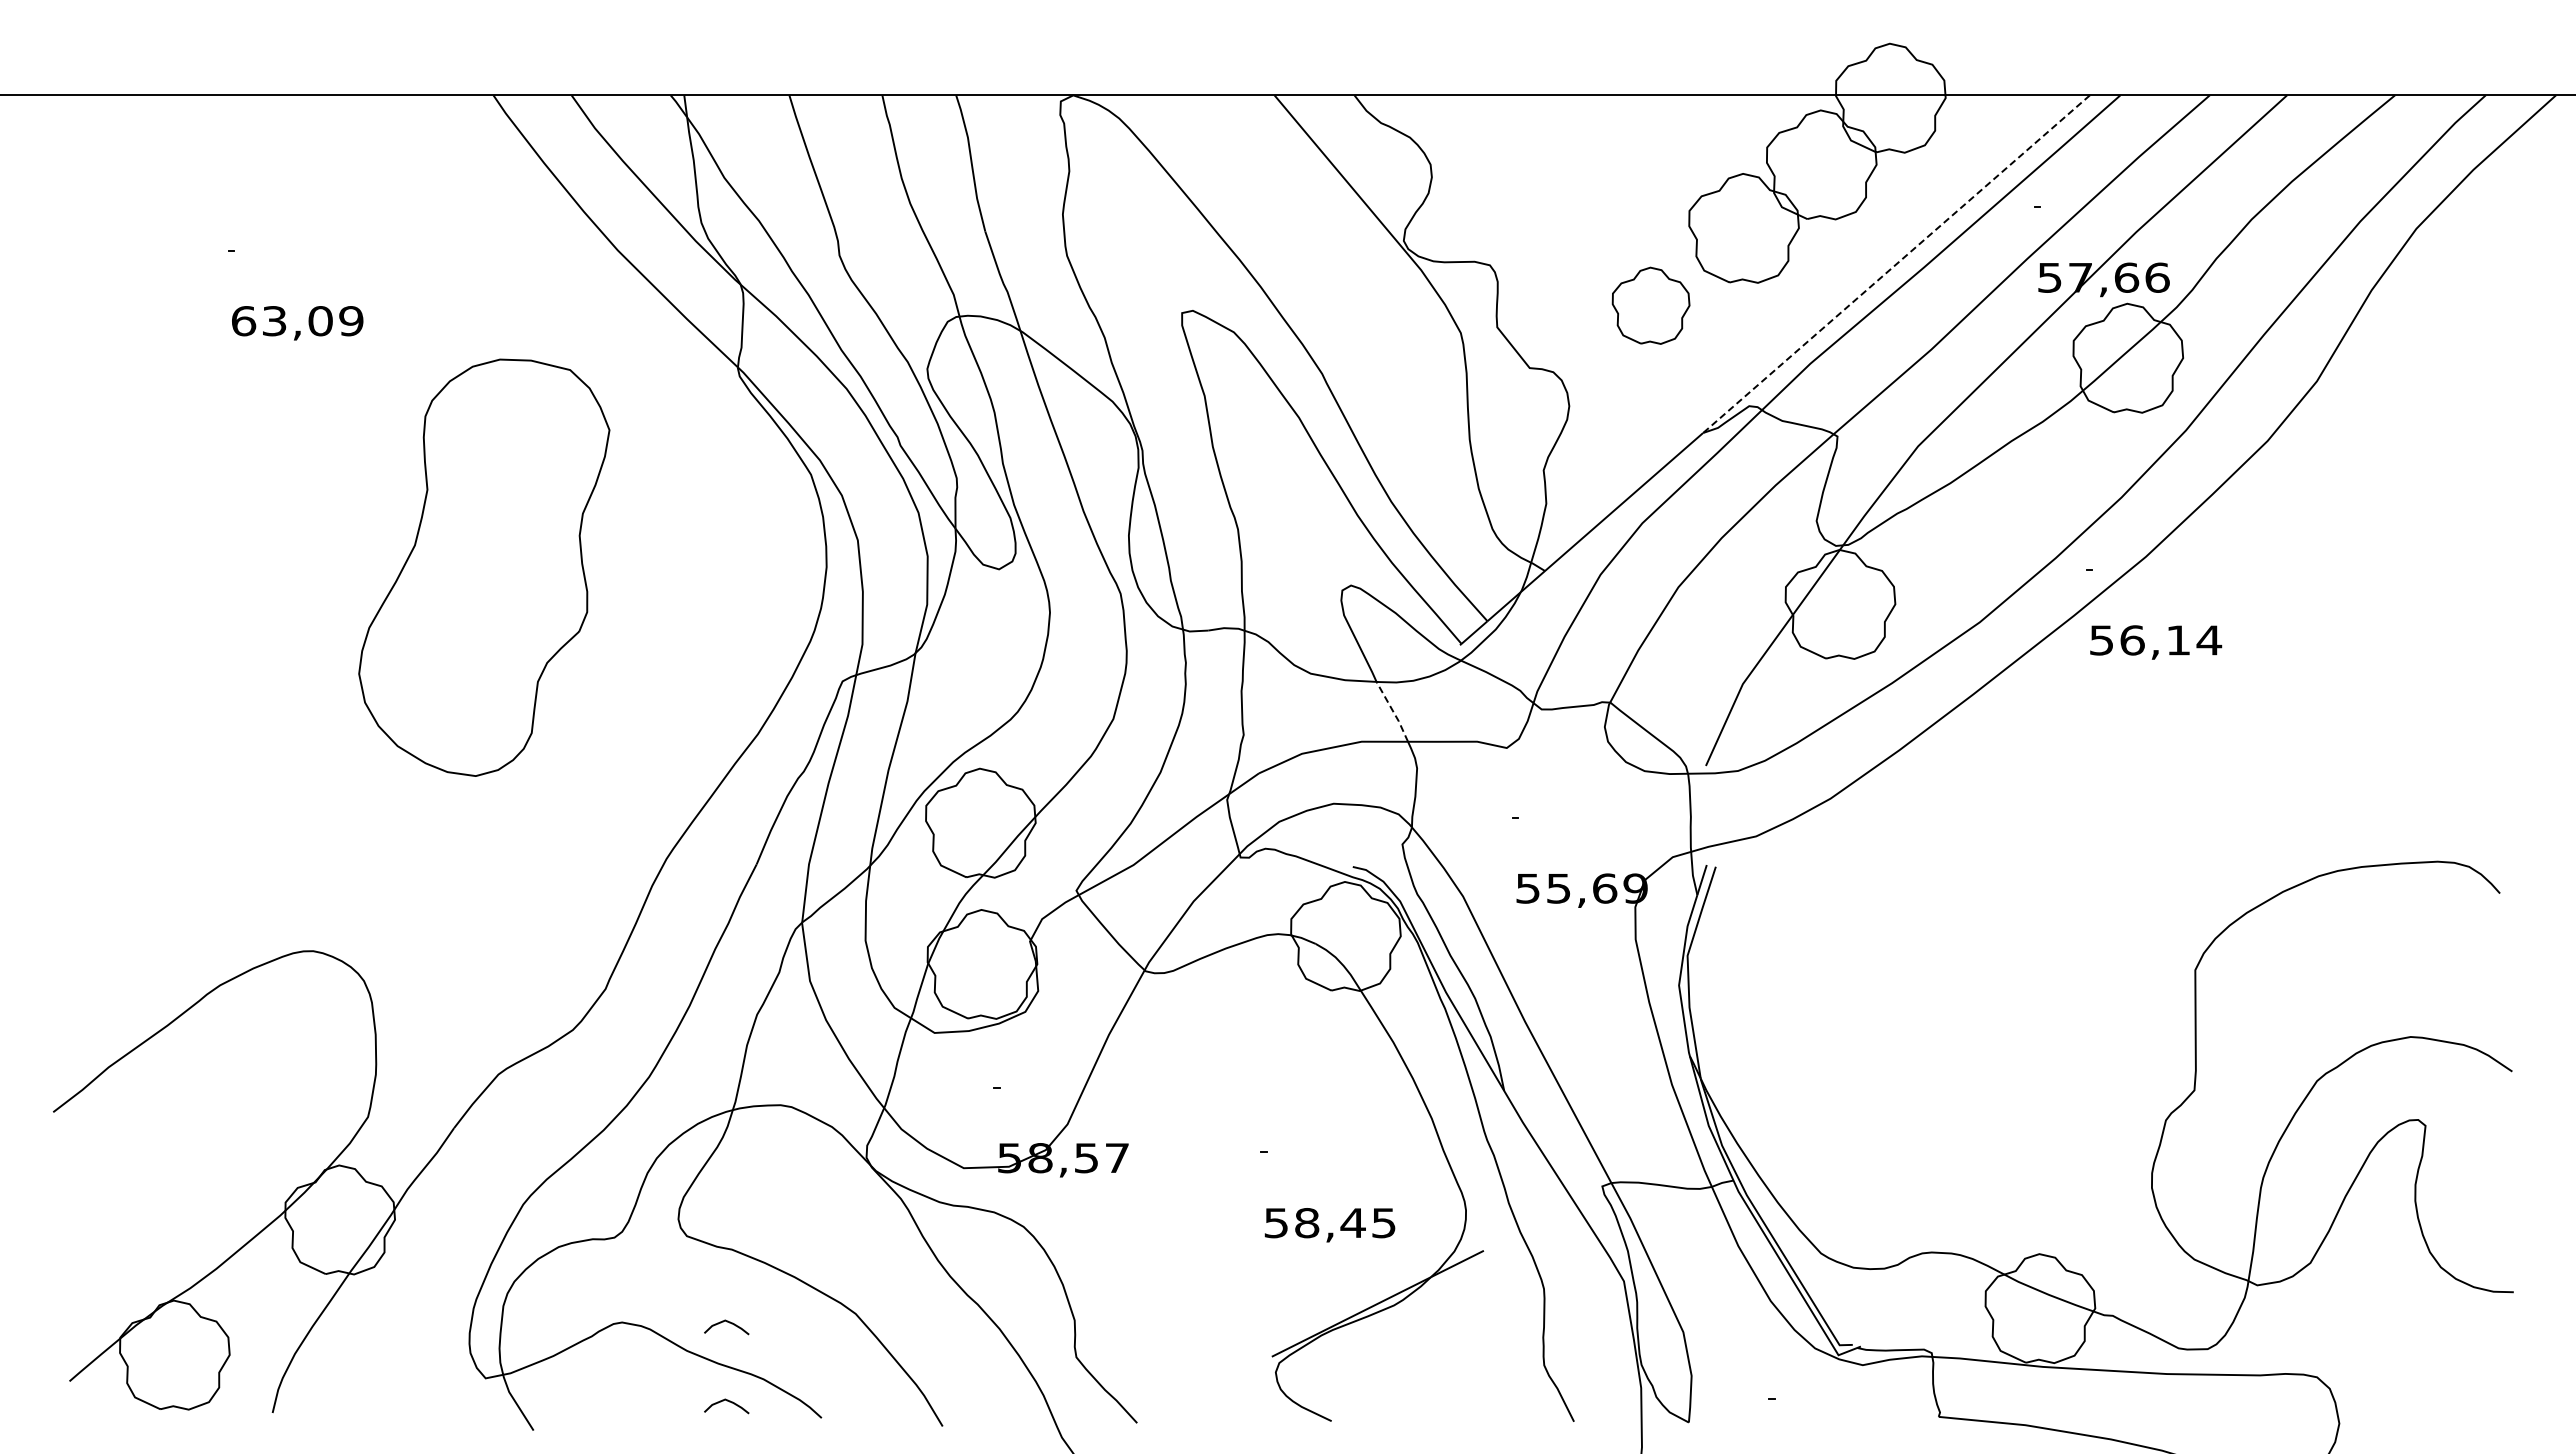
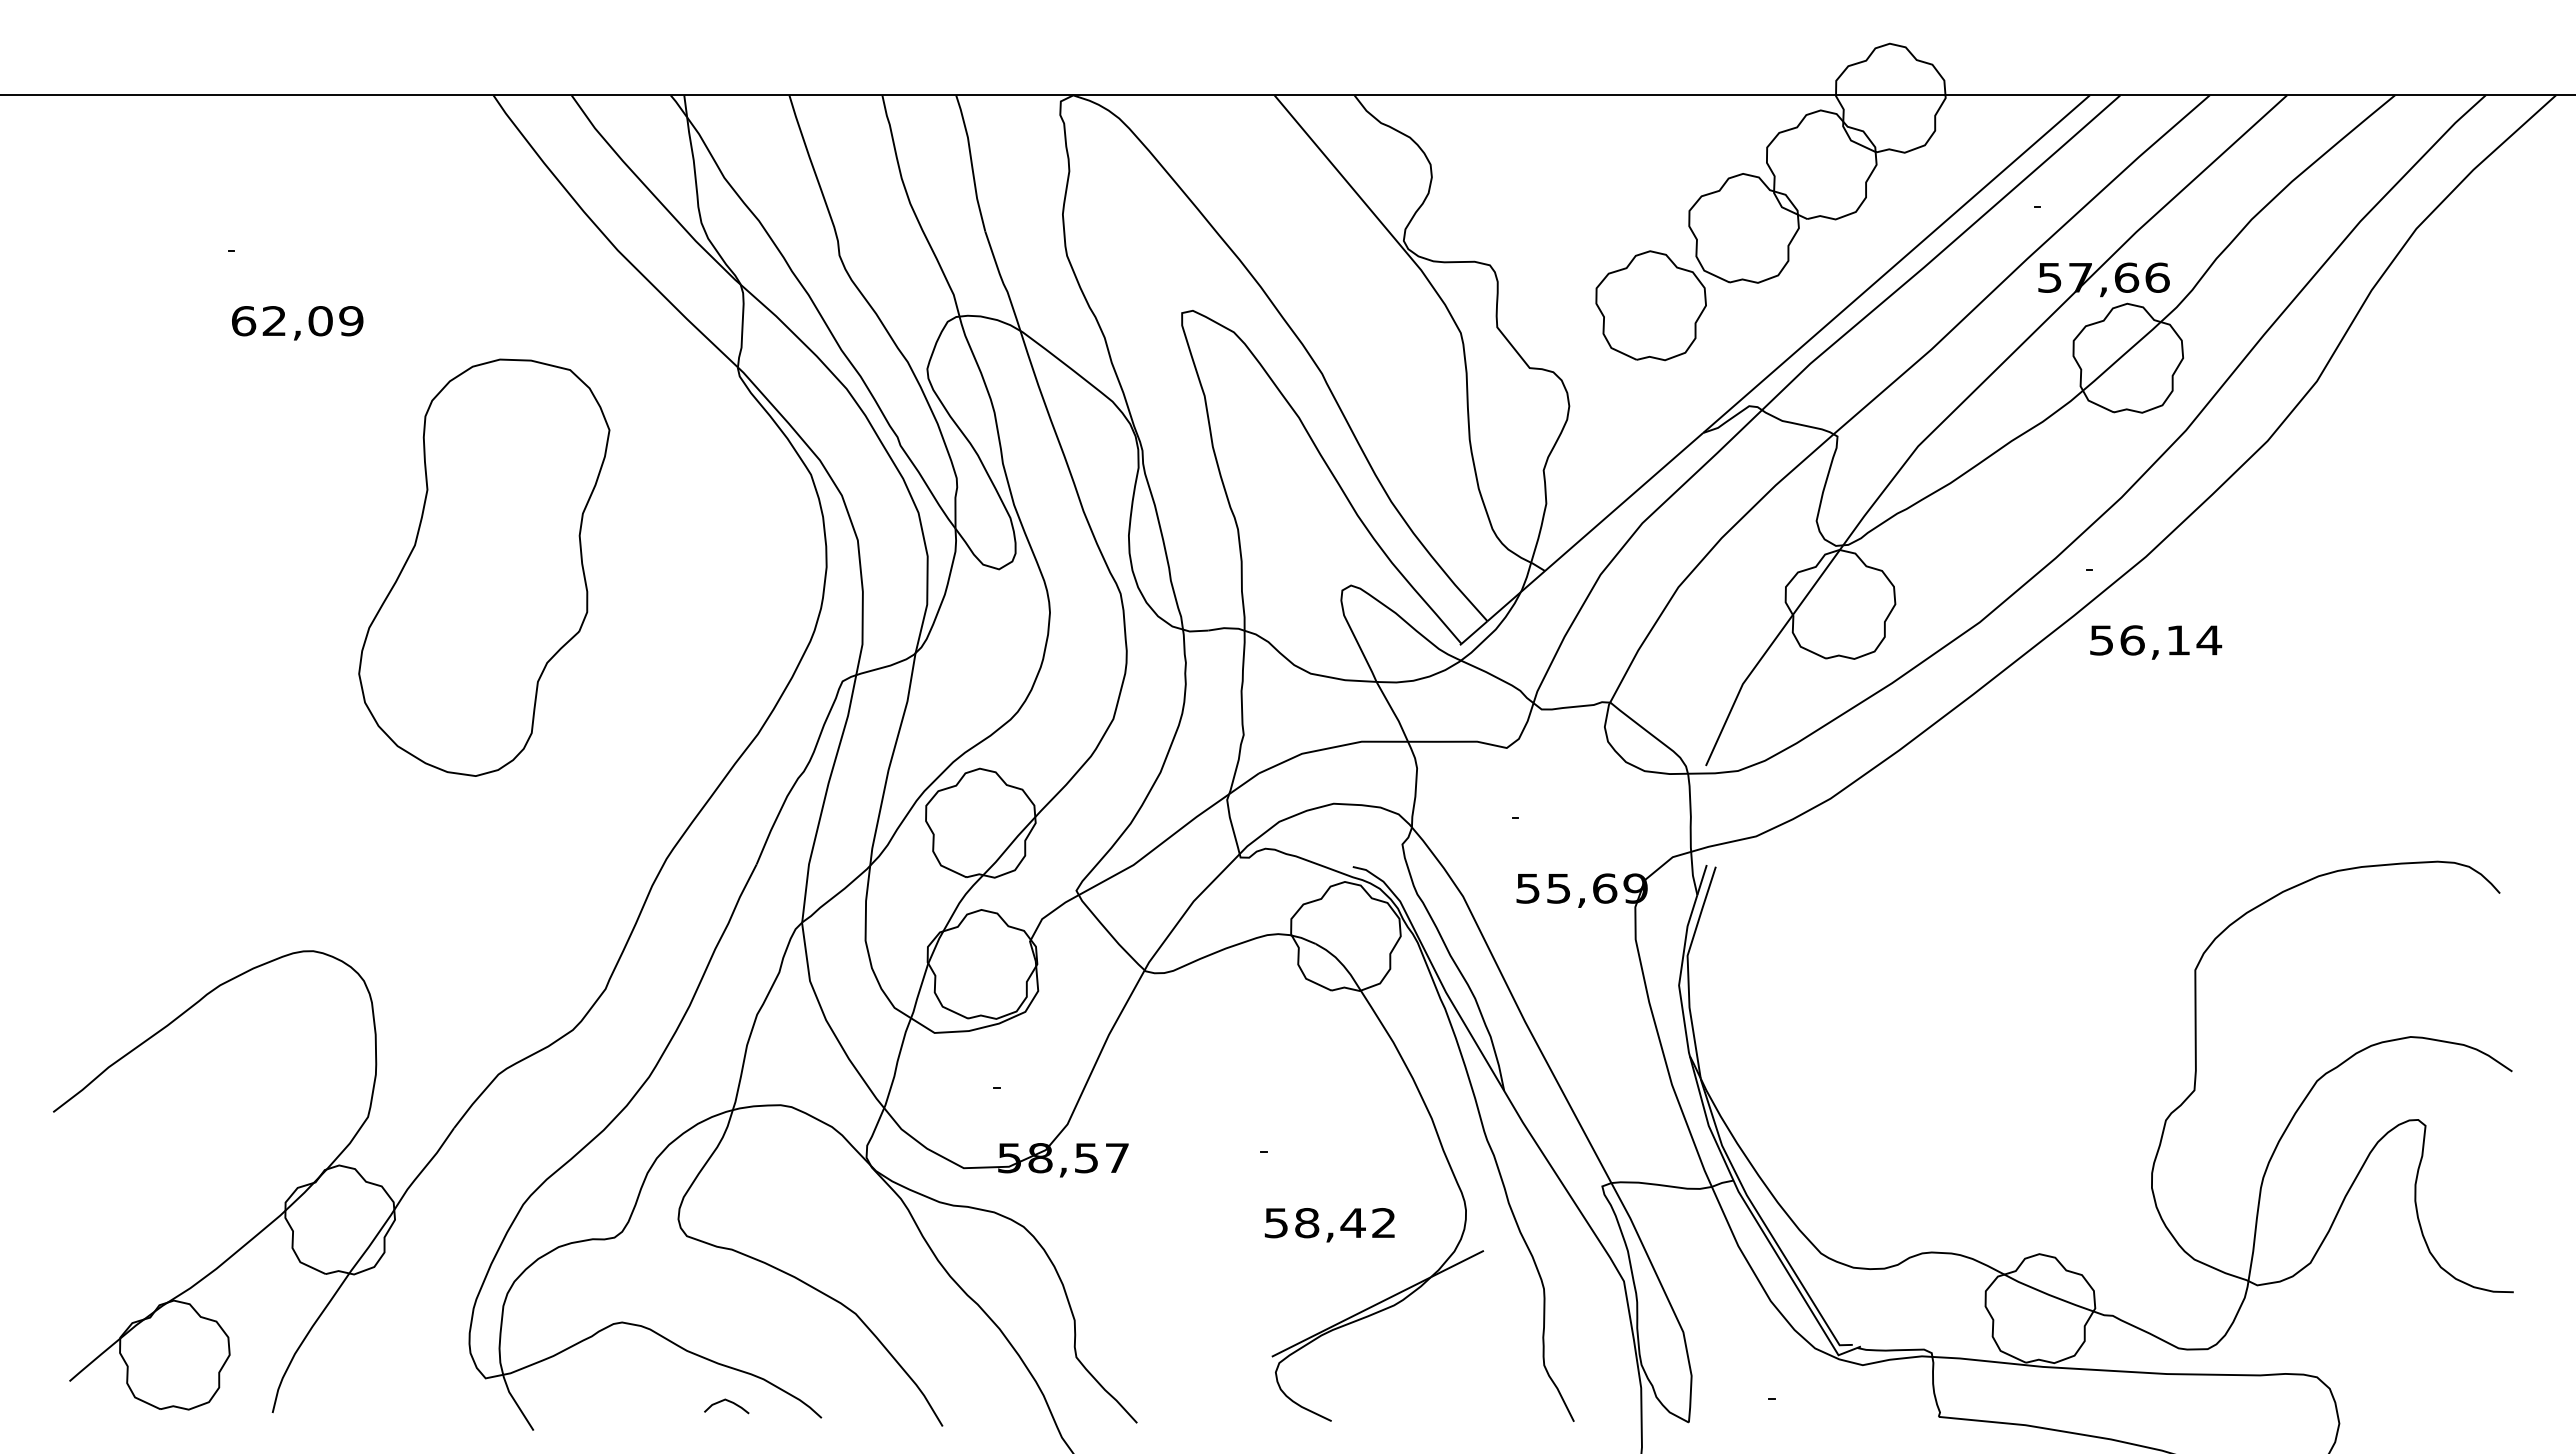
line at (1896, 264): dashed -> solid
part at (1650, 305) size: 80x79 px -> 112x112 px
text at (274, 321): 63,09 -> 62,09
line at (1393, 712): dashed -> solid
text at (1383, 1223): 58,45 -> 58,42
curve at (729, 1323): present -> none
